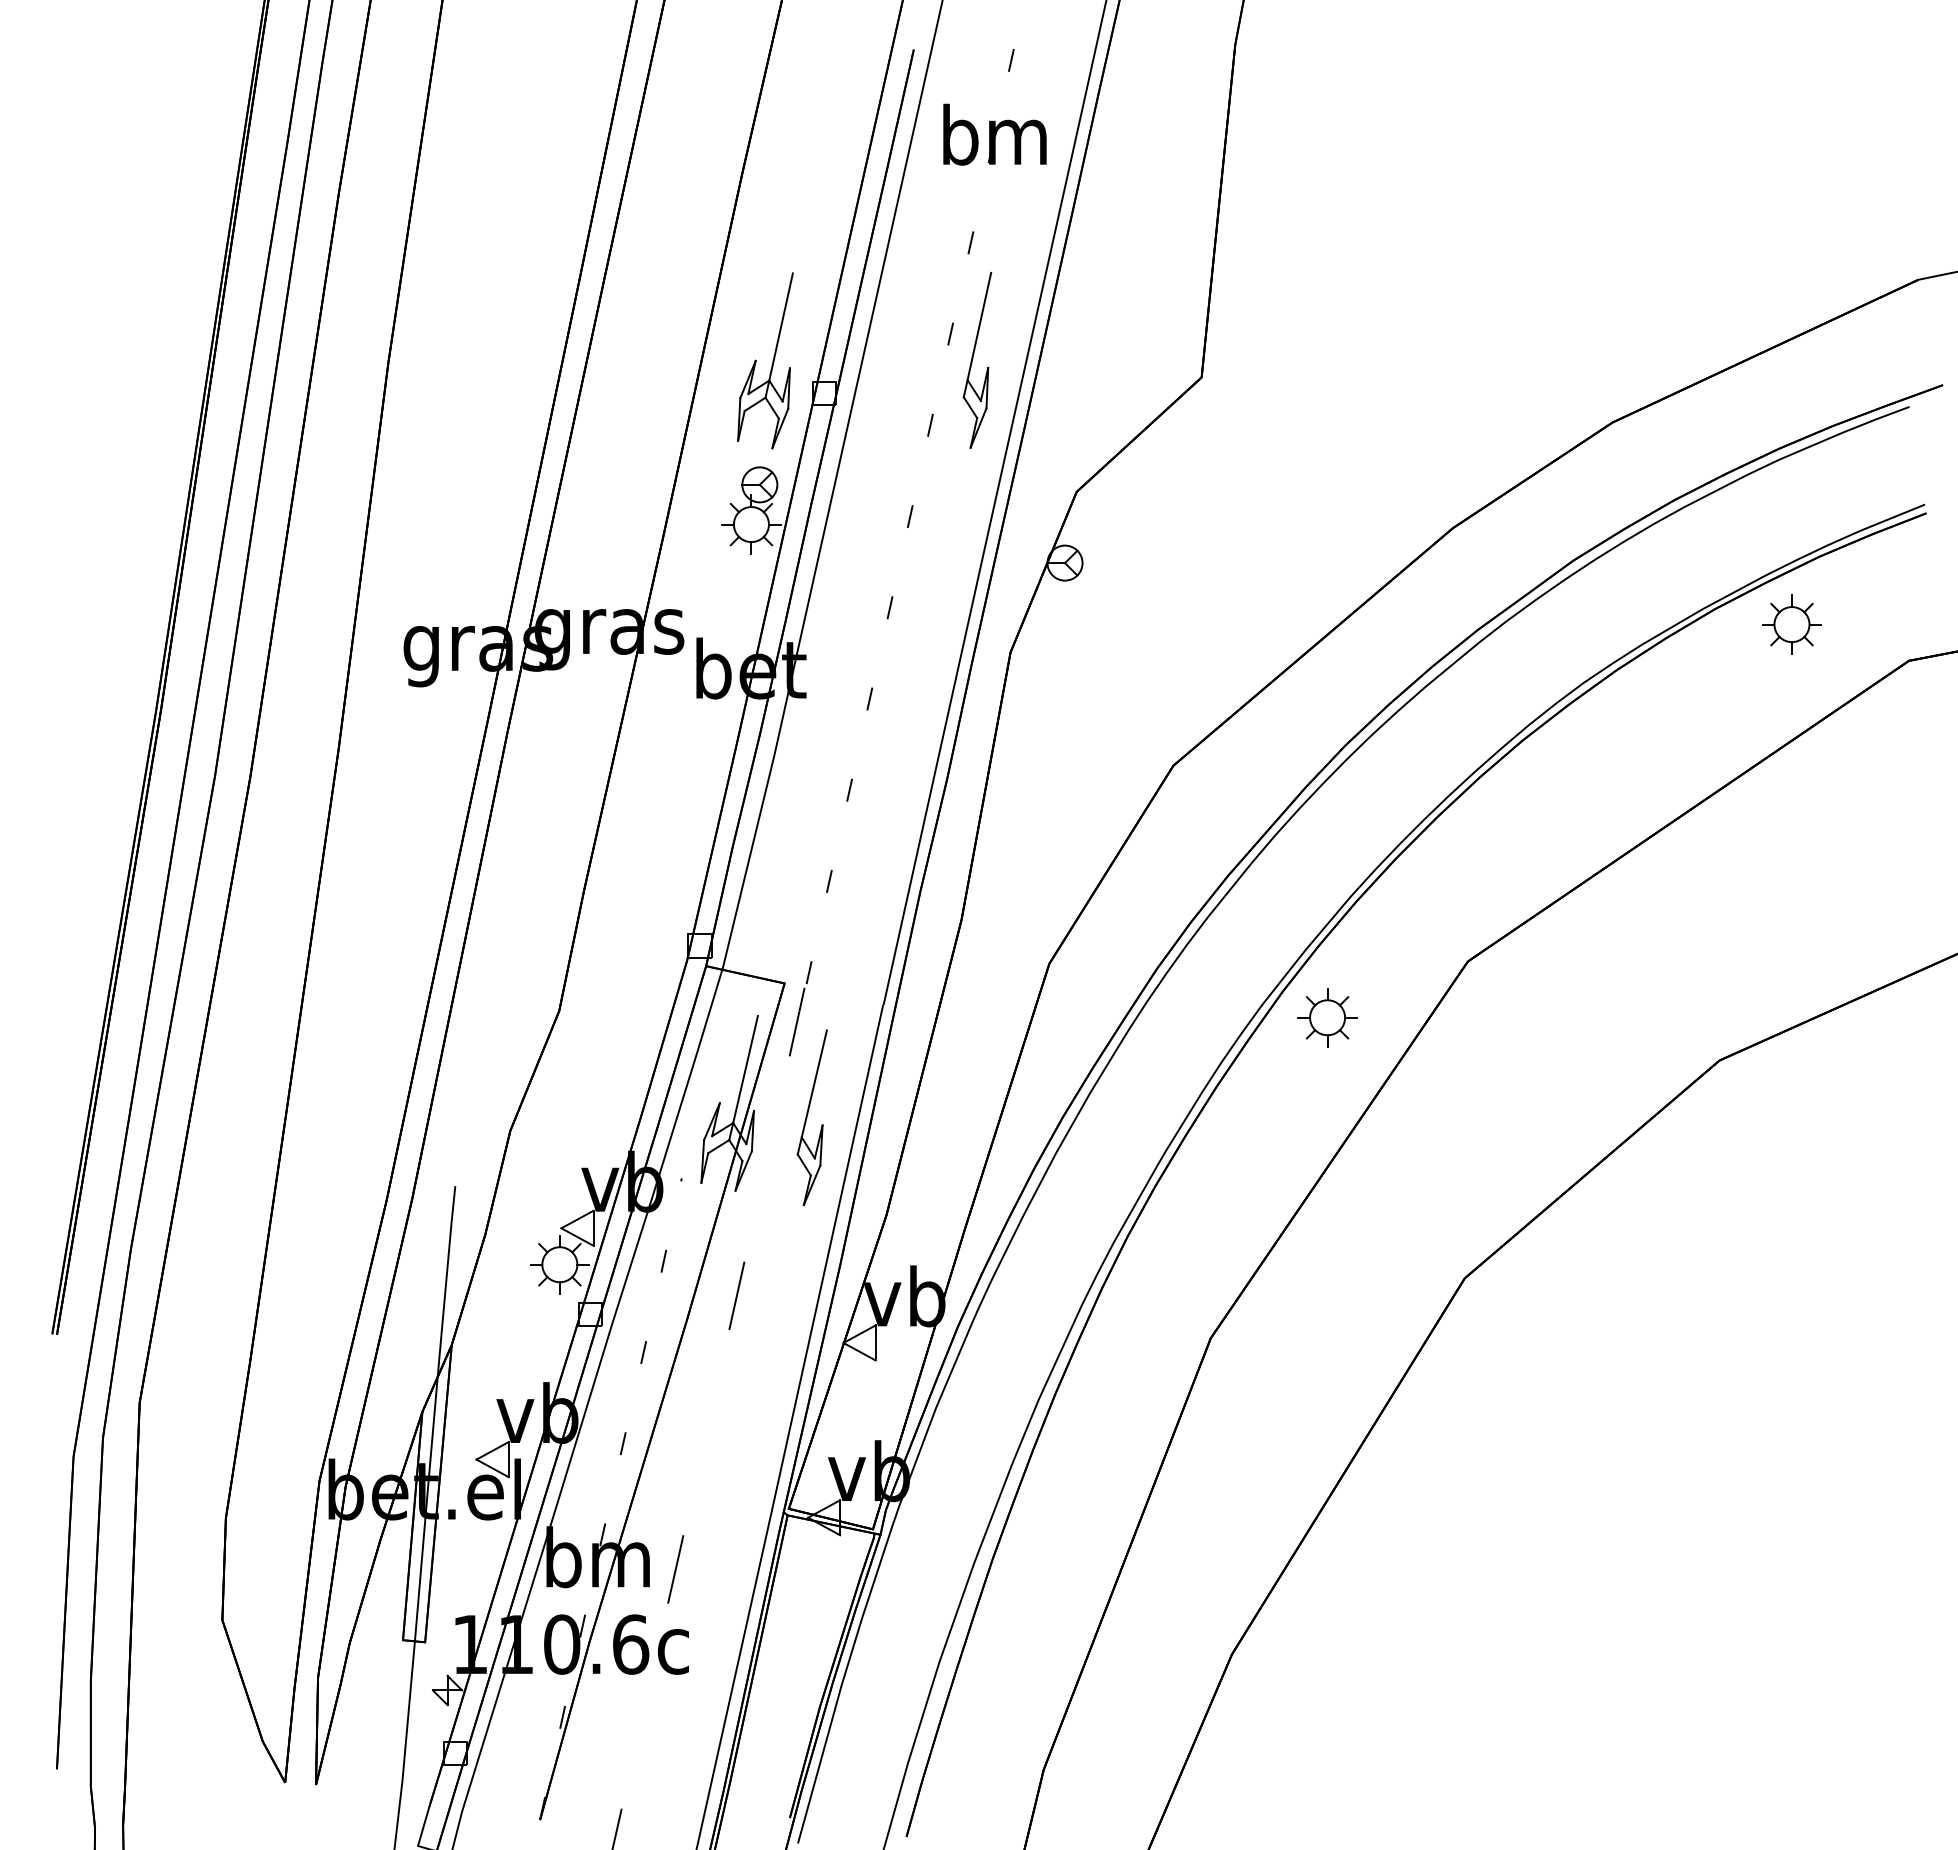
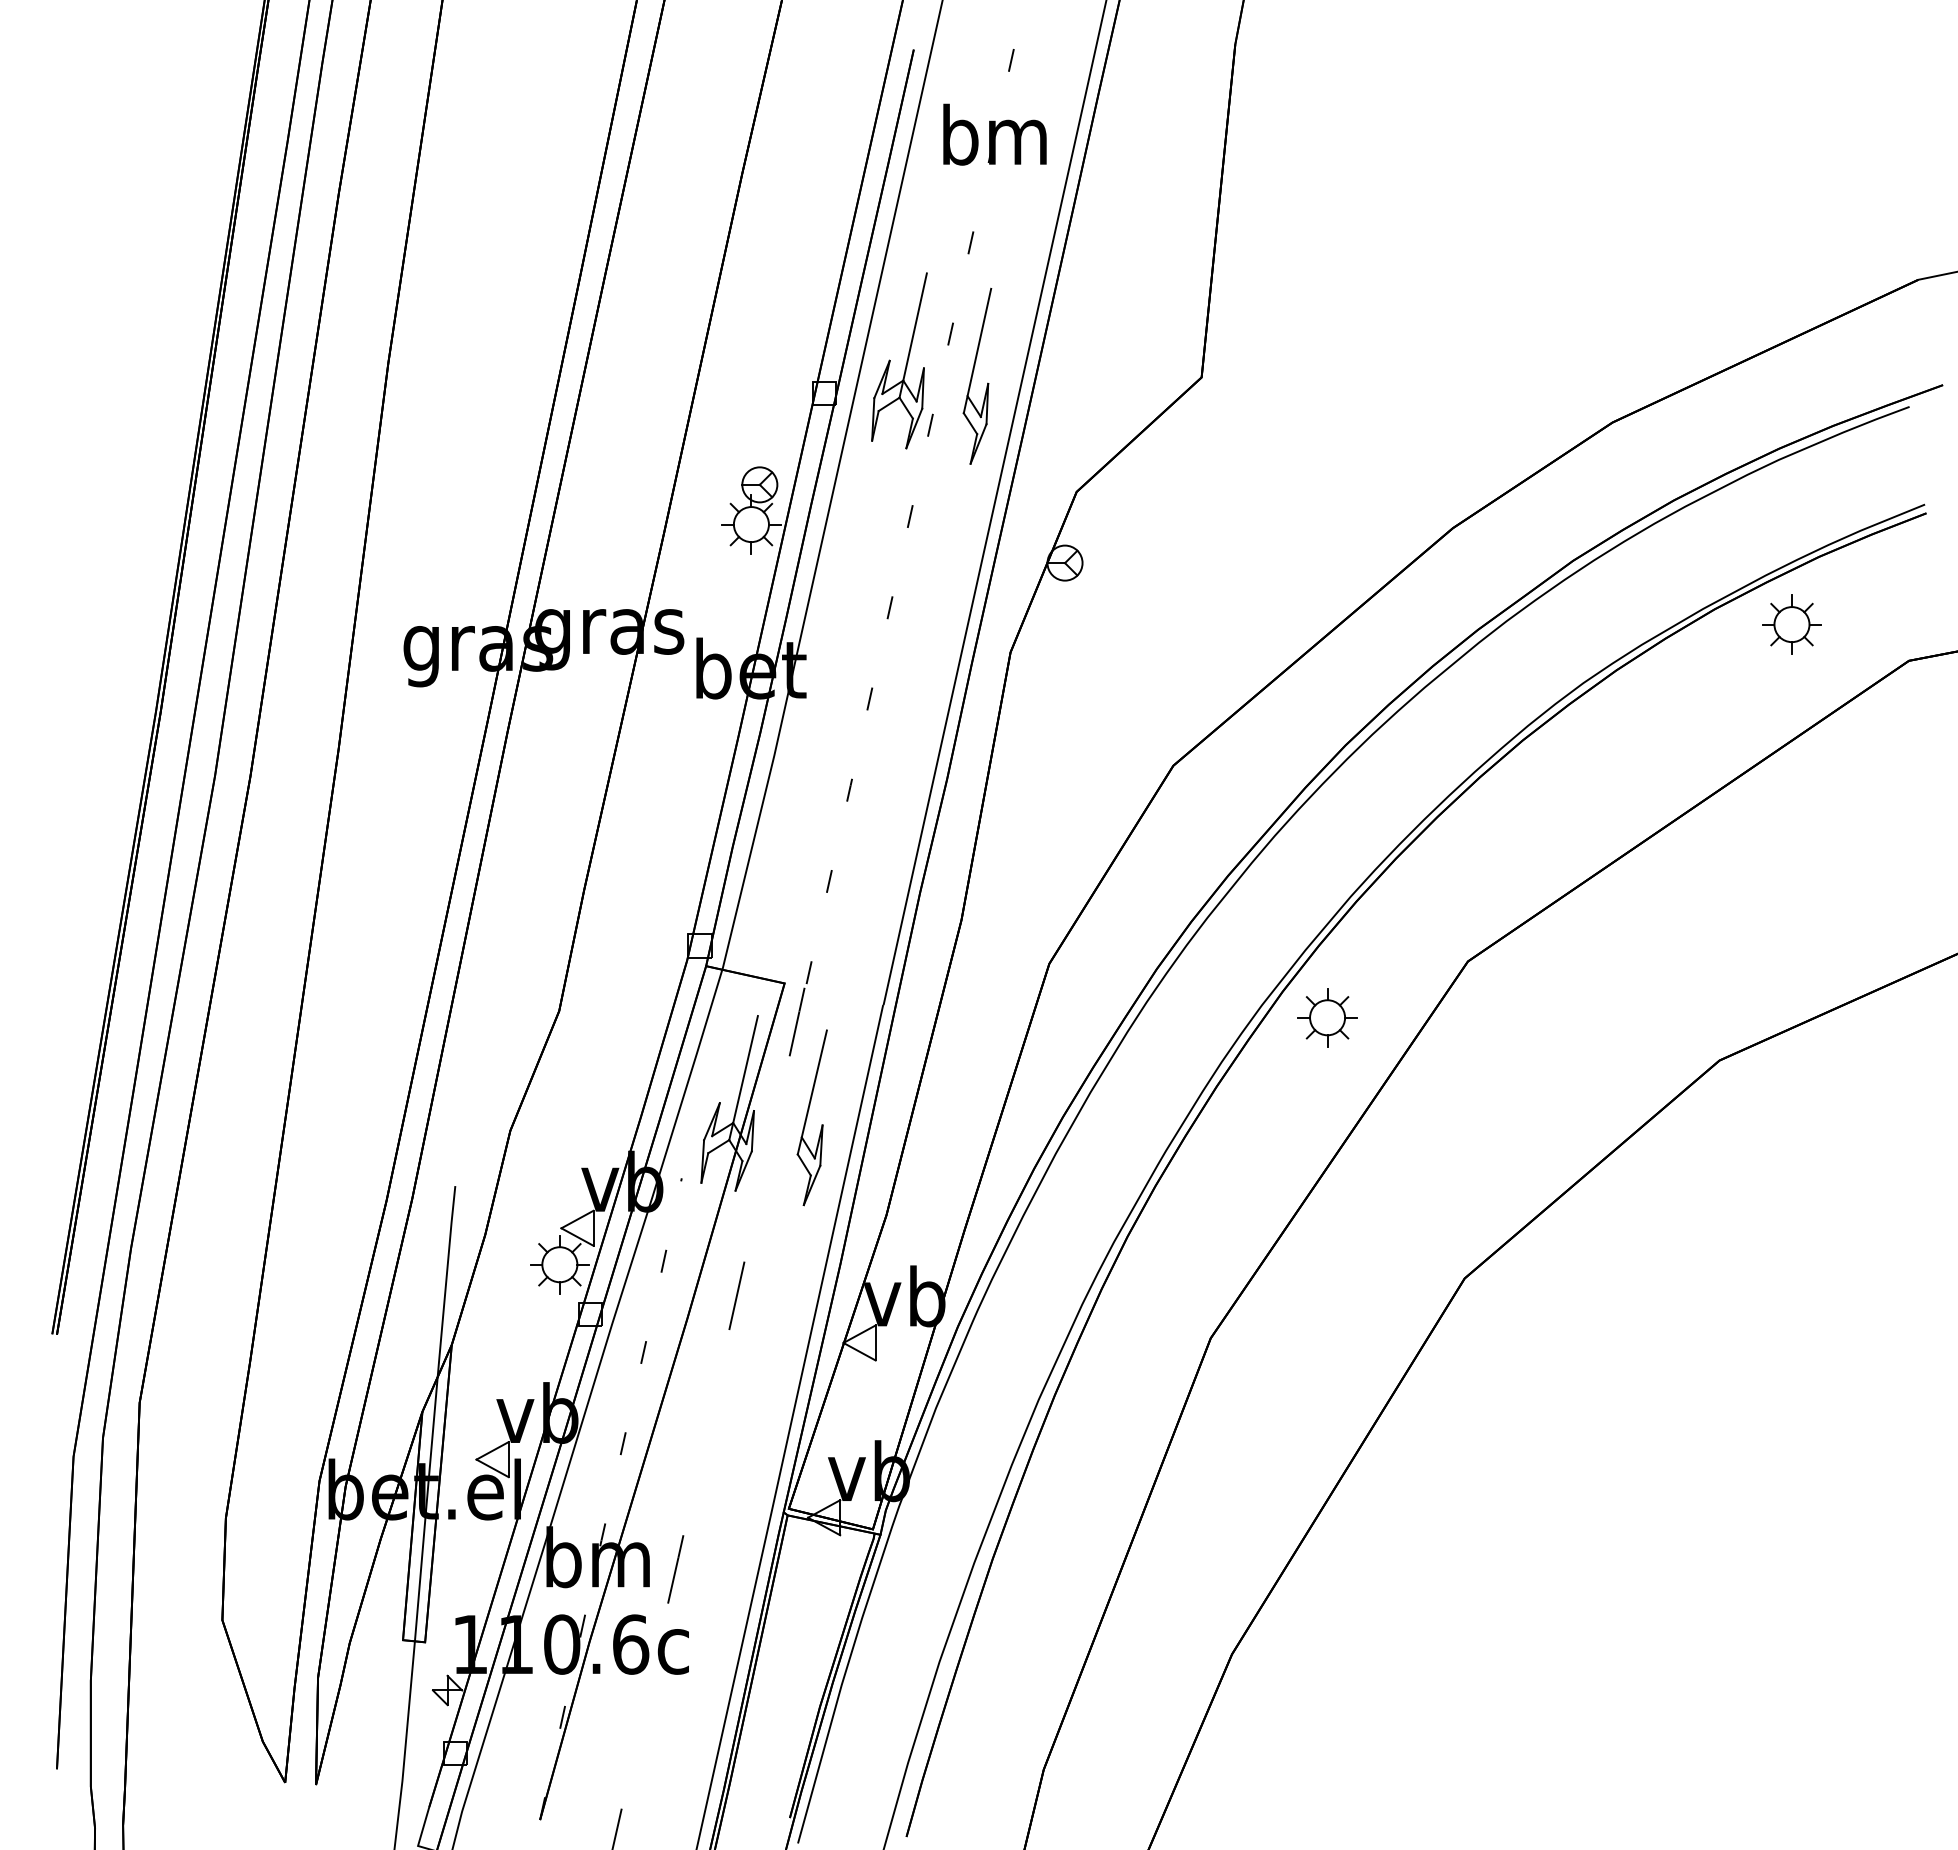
part at (977, 359) position: (977, 359) -> (977, 375)
part at (772, 360) position: (772, 360) -> (906, 360)
